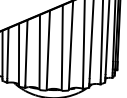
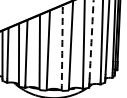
arc at (91, 39): solid -> dashed
arc at (62, 48): solid -> dashed
